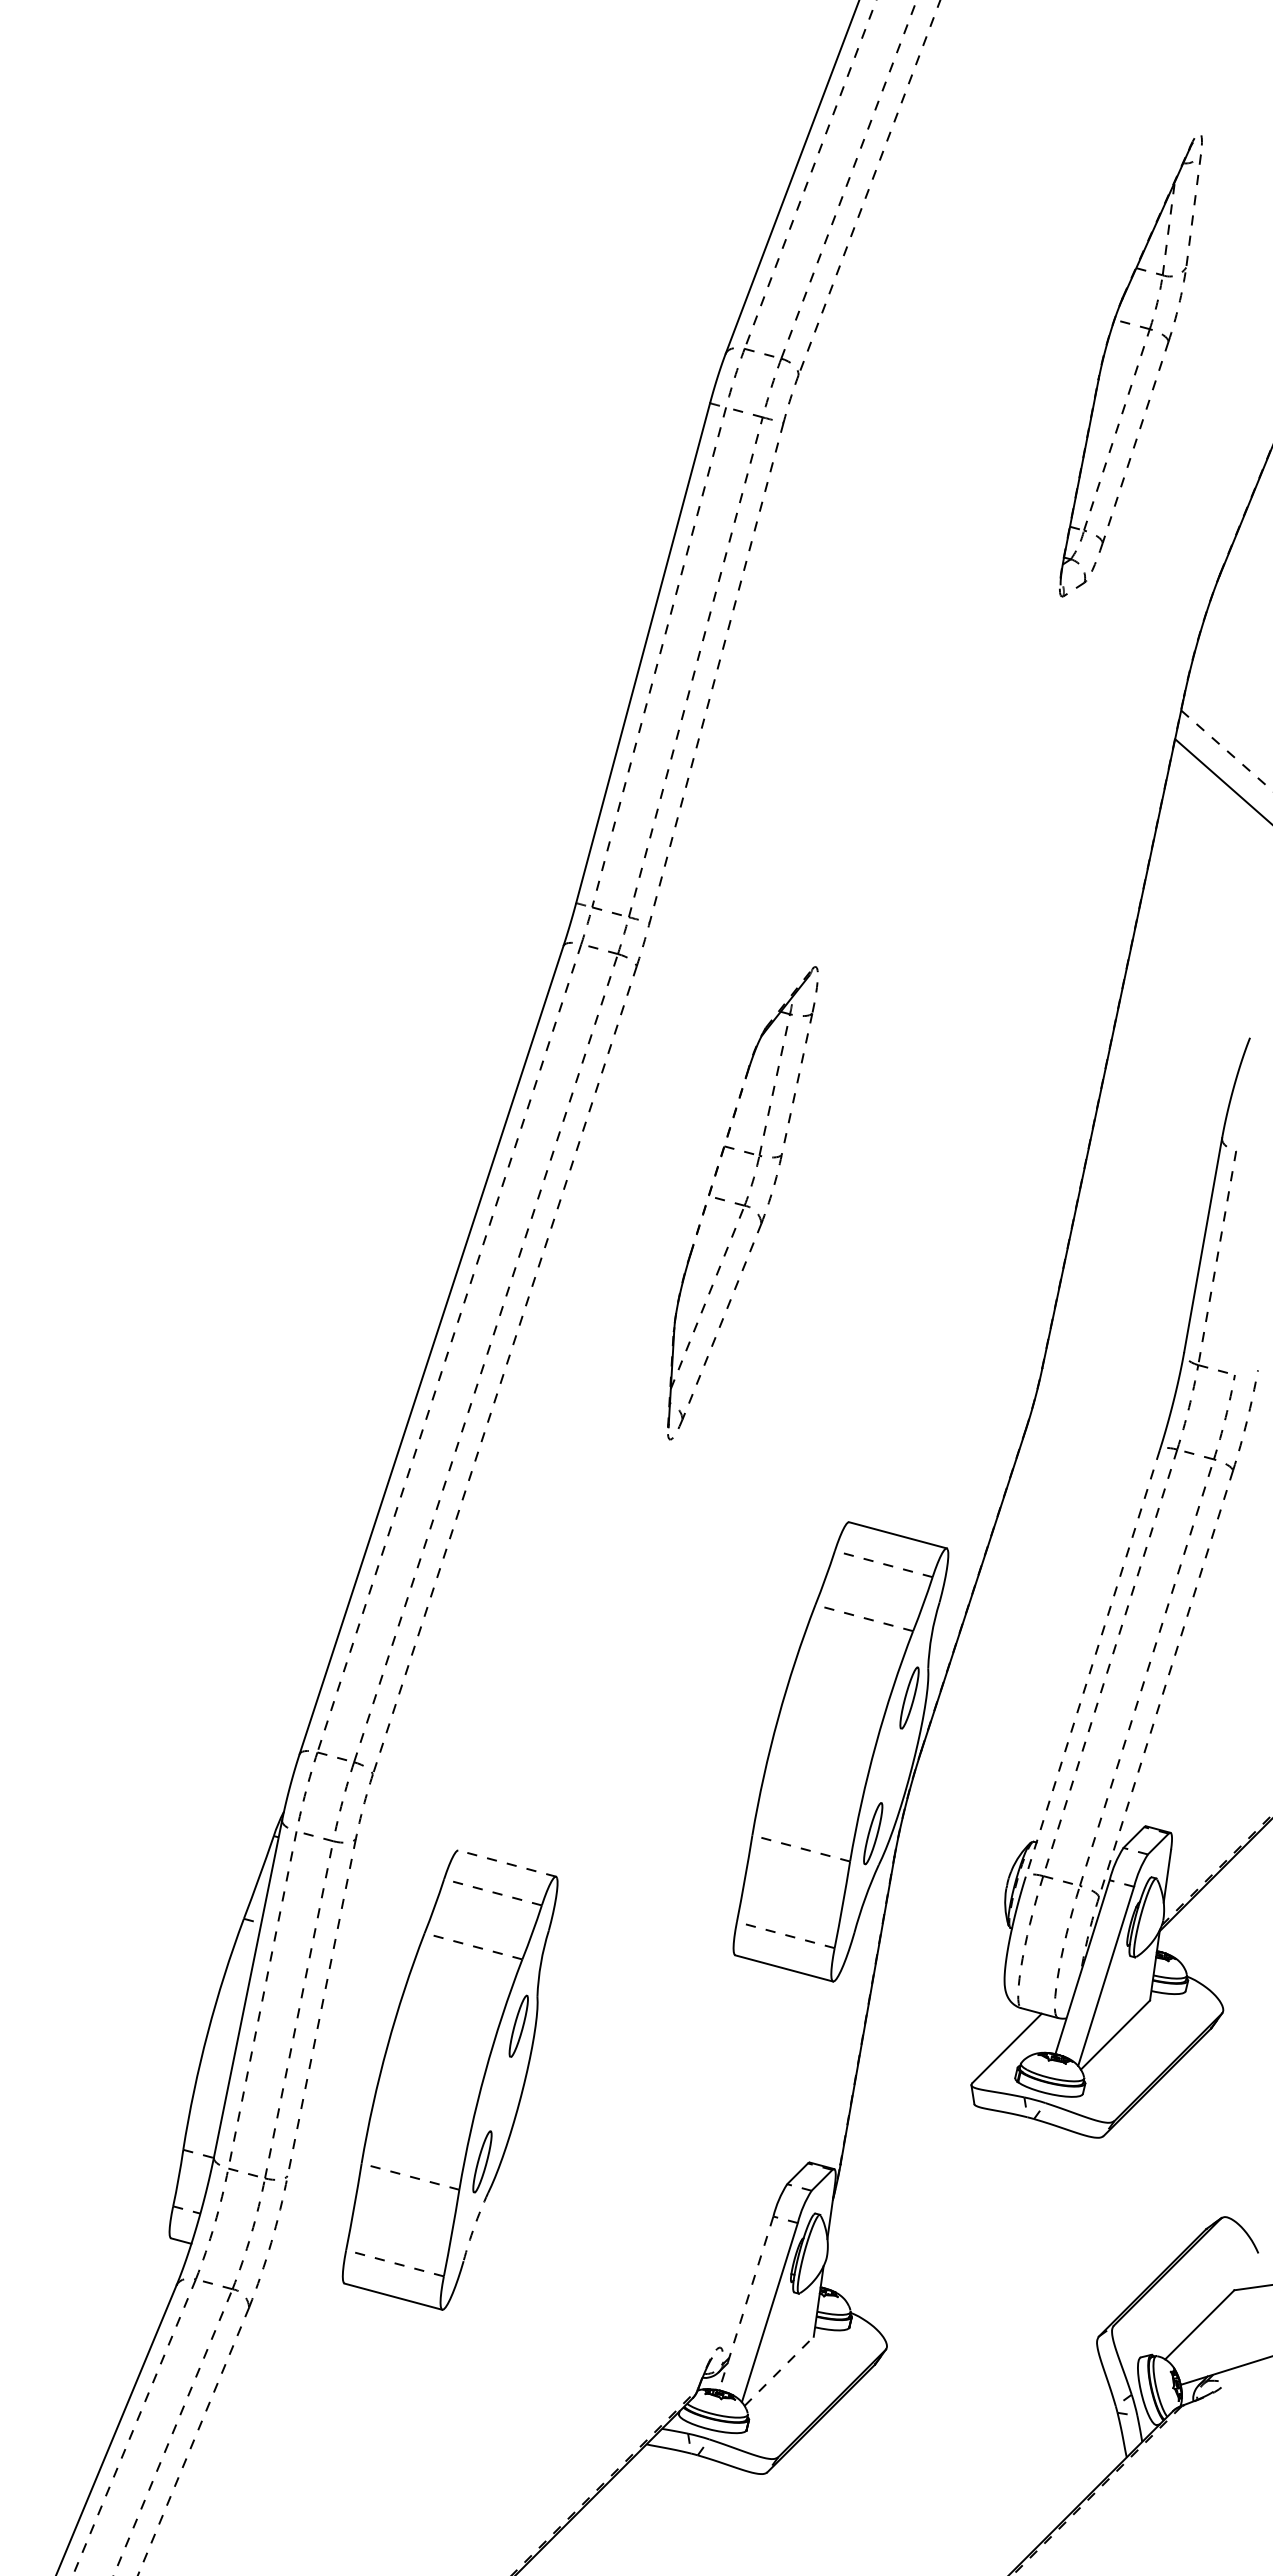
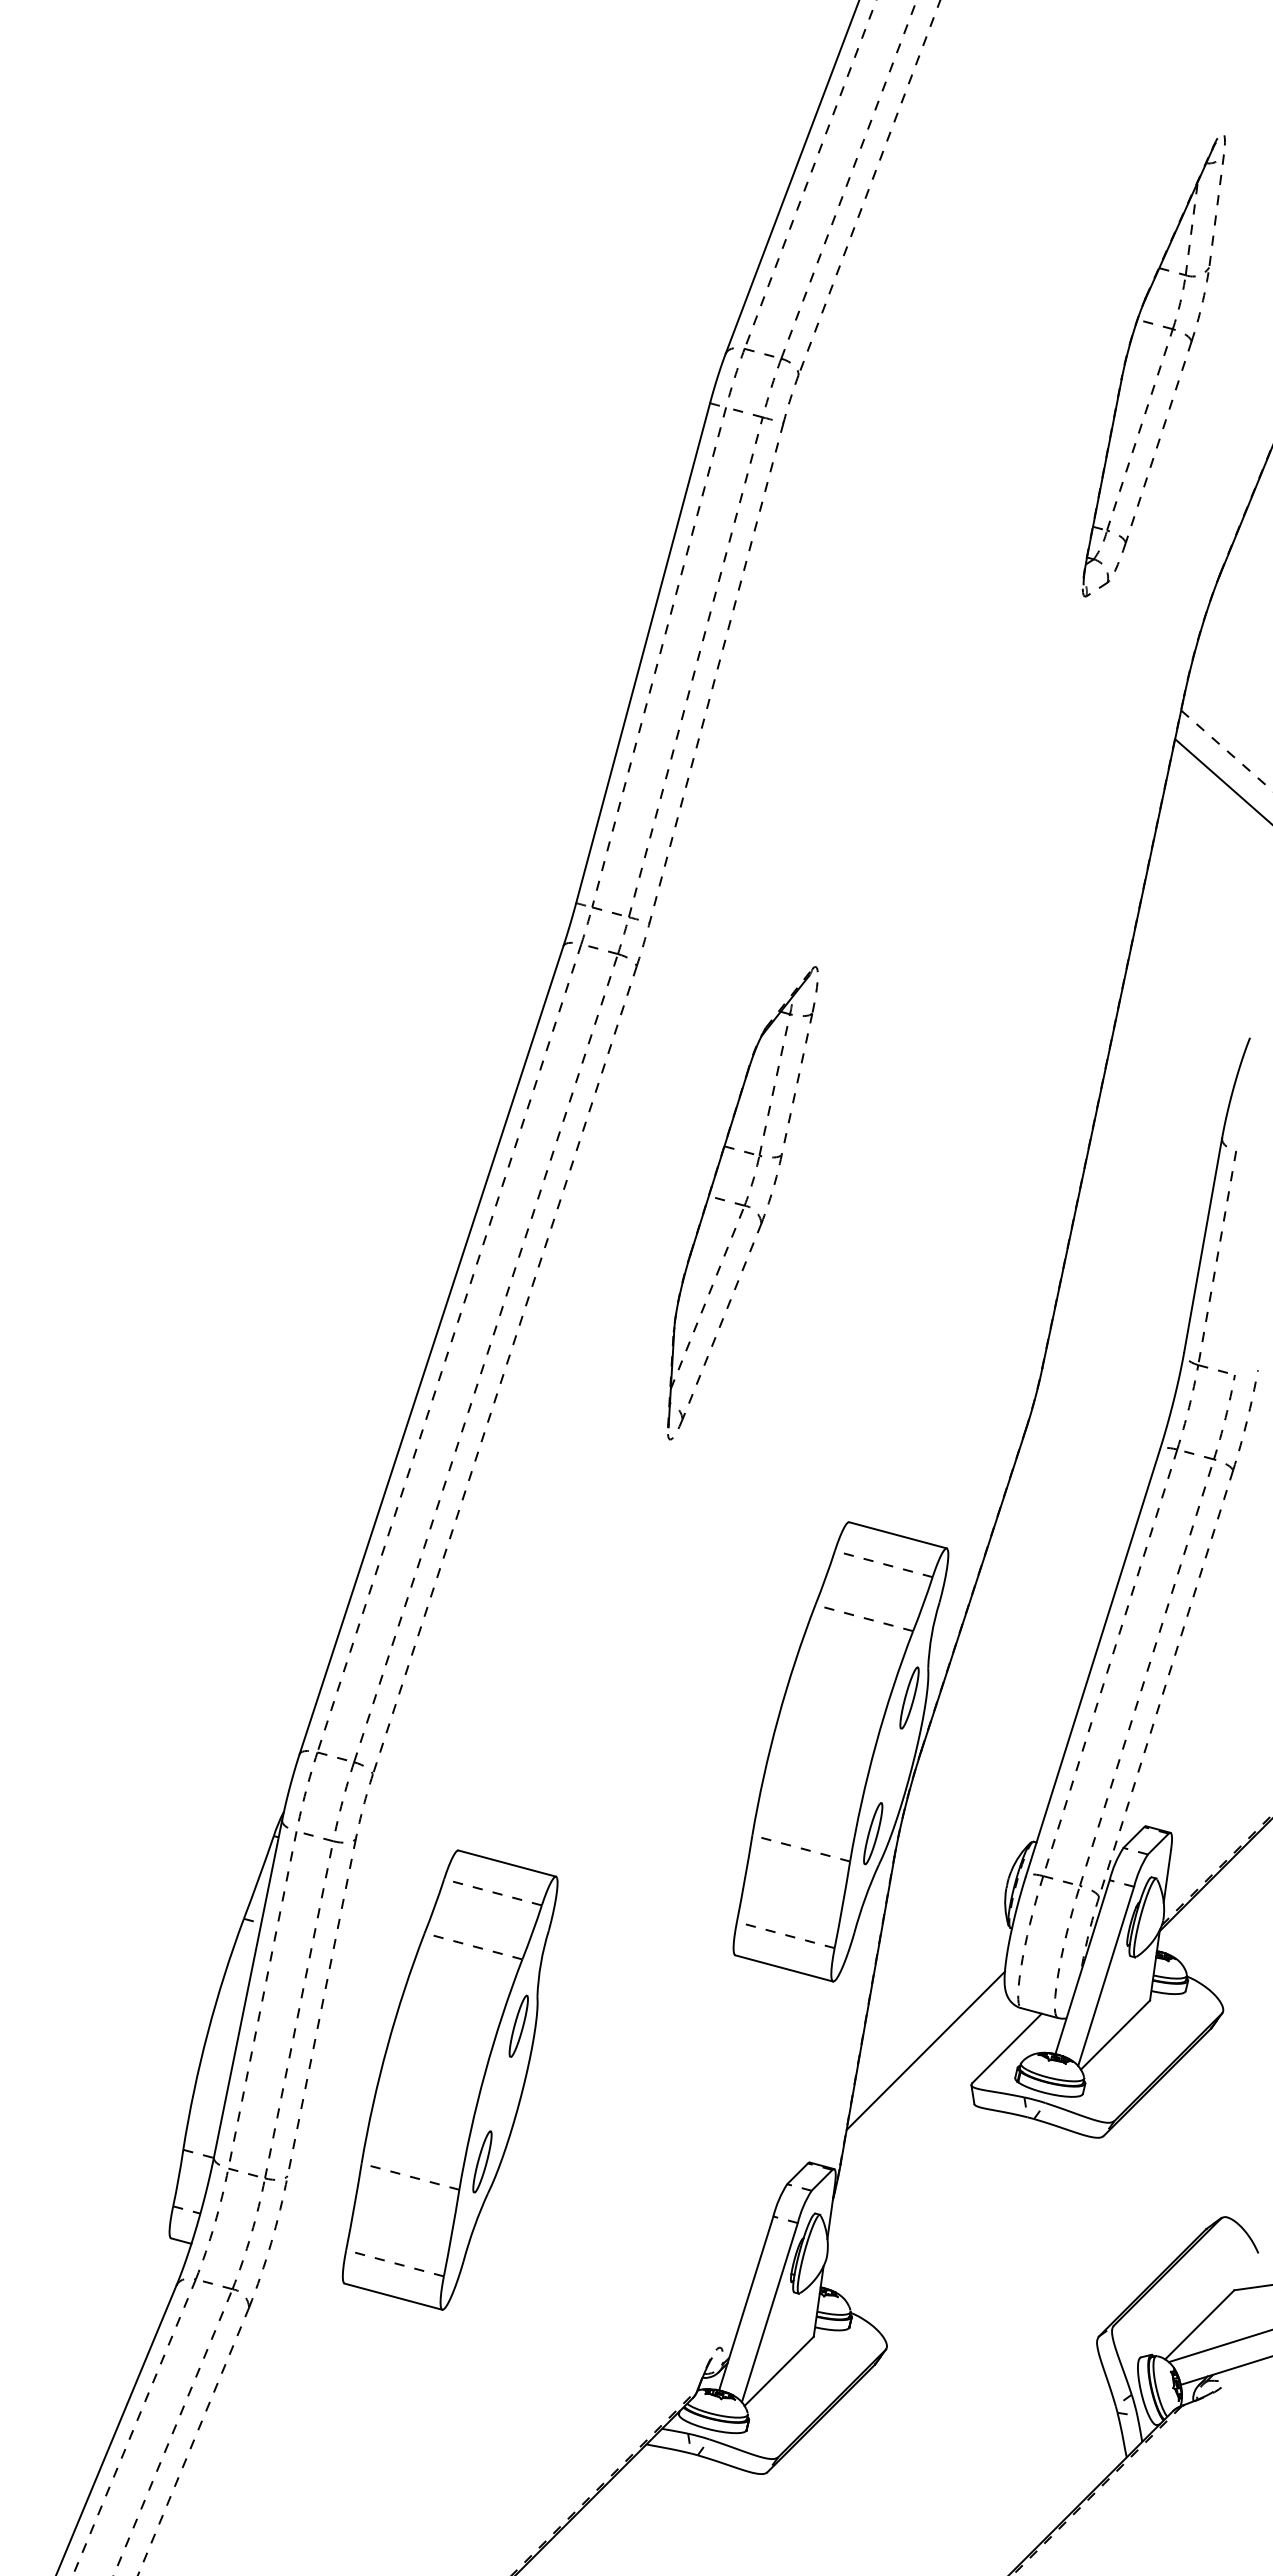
part at (1130, 366) position: (1130, 366) -> (1153, 366)
line at (719, 1162): dashed -> solid
line at (1092, 1663): dashed -> solid
line at (507, 1863): dashed -> solid
line at (925, 2050): none -> present
arc at (474, 2226): dashed -> solid
line at (746, 2303): dashed -> solid
line at (1218, 2346): none -> present
line at (779, 2371): dashed -> solid
